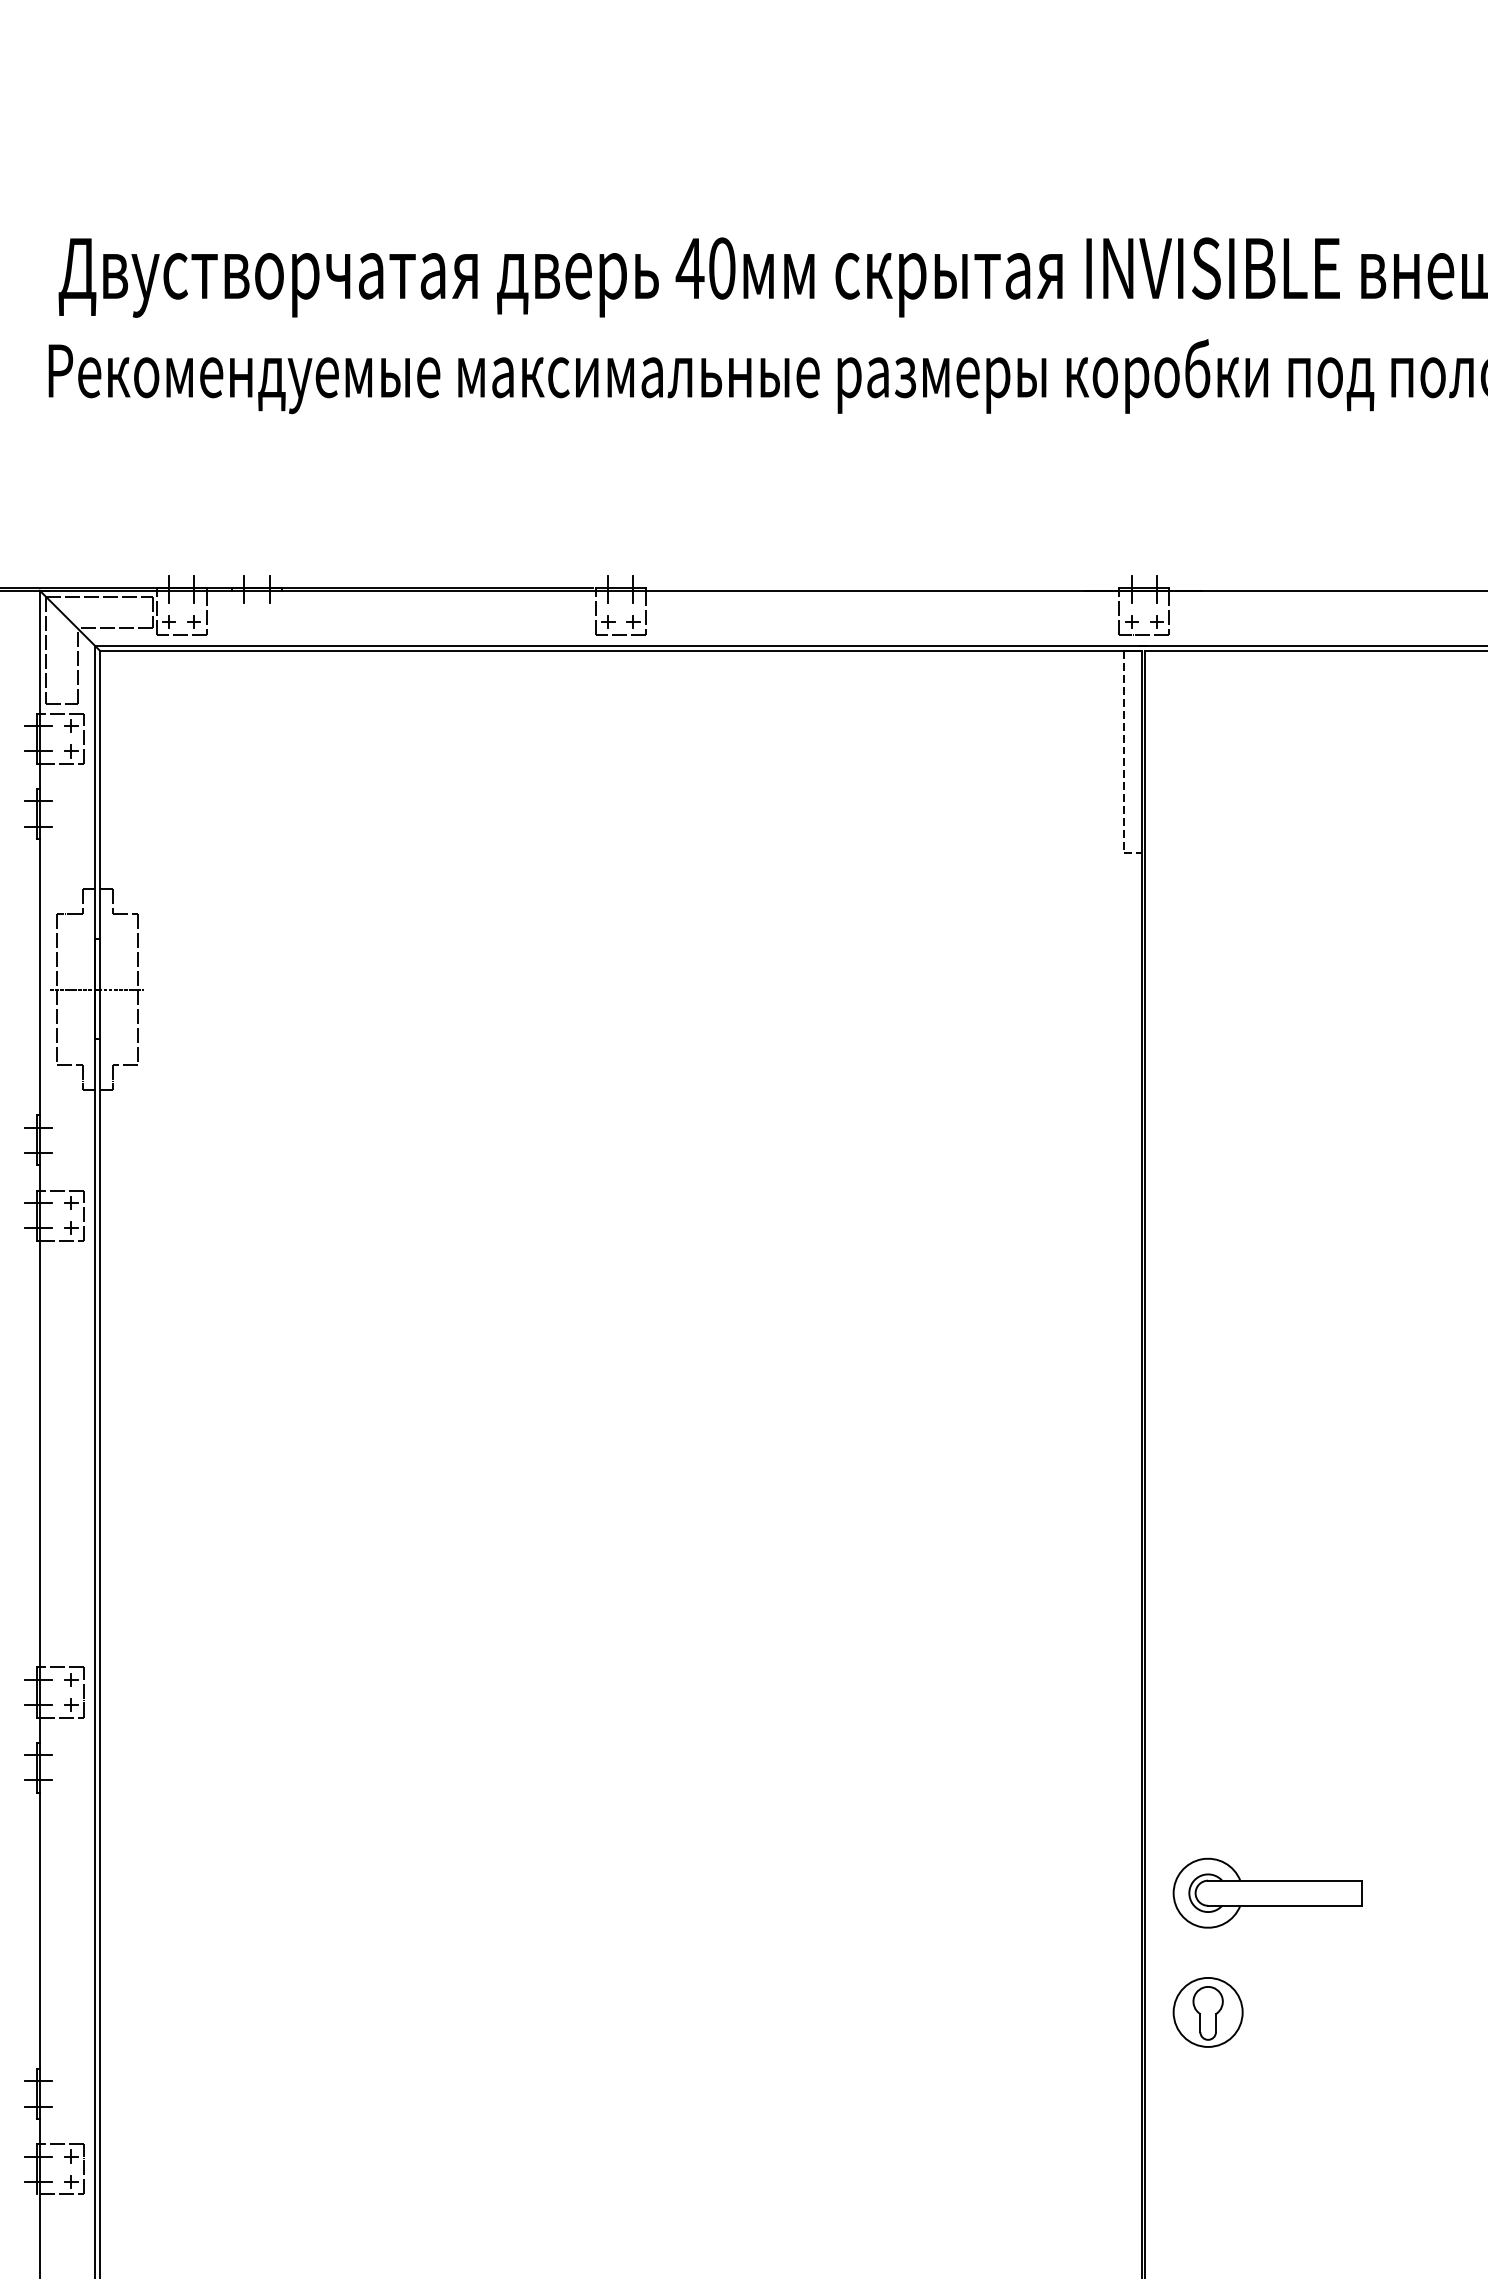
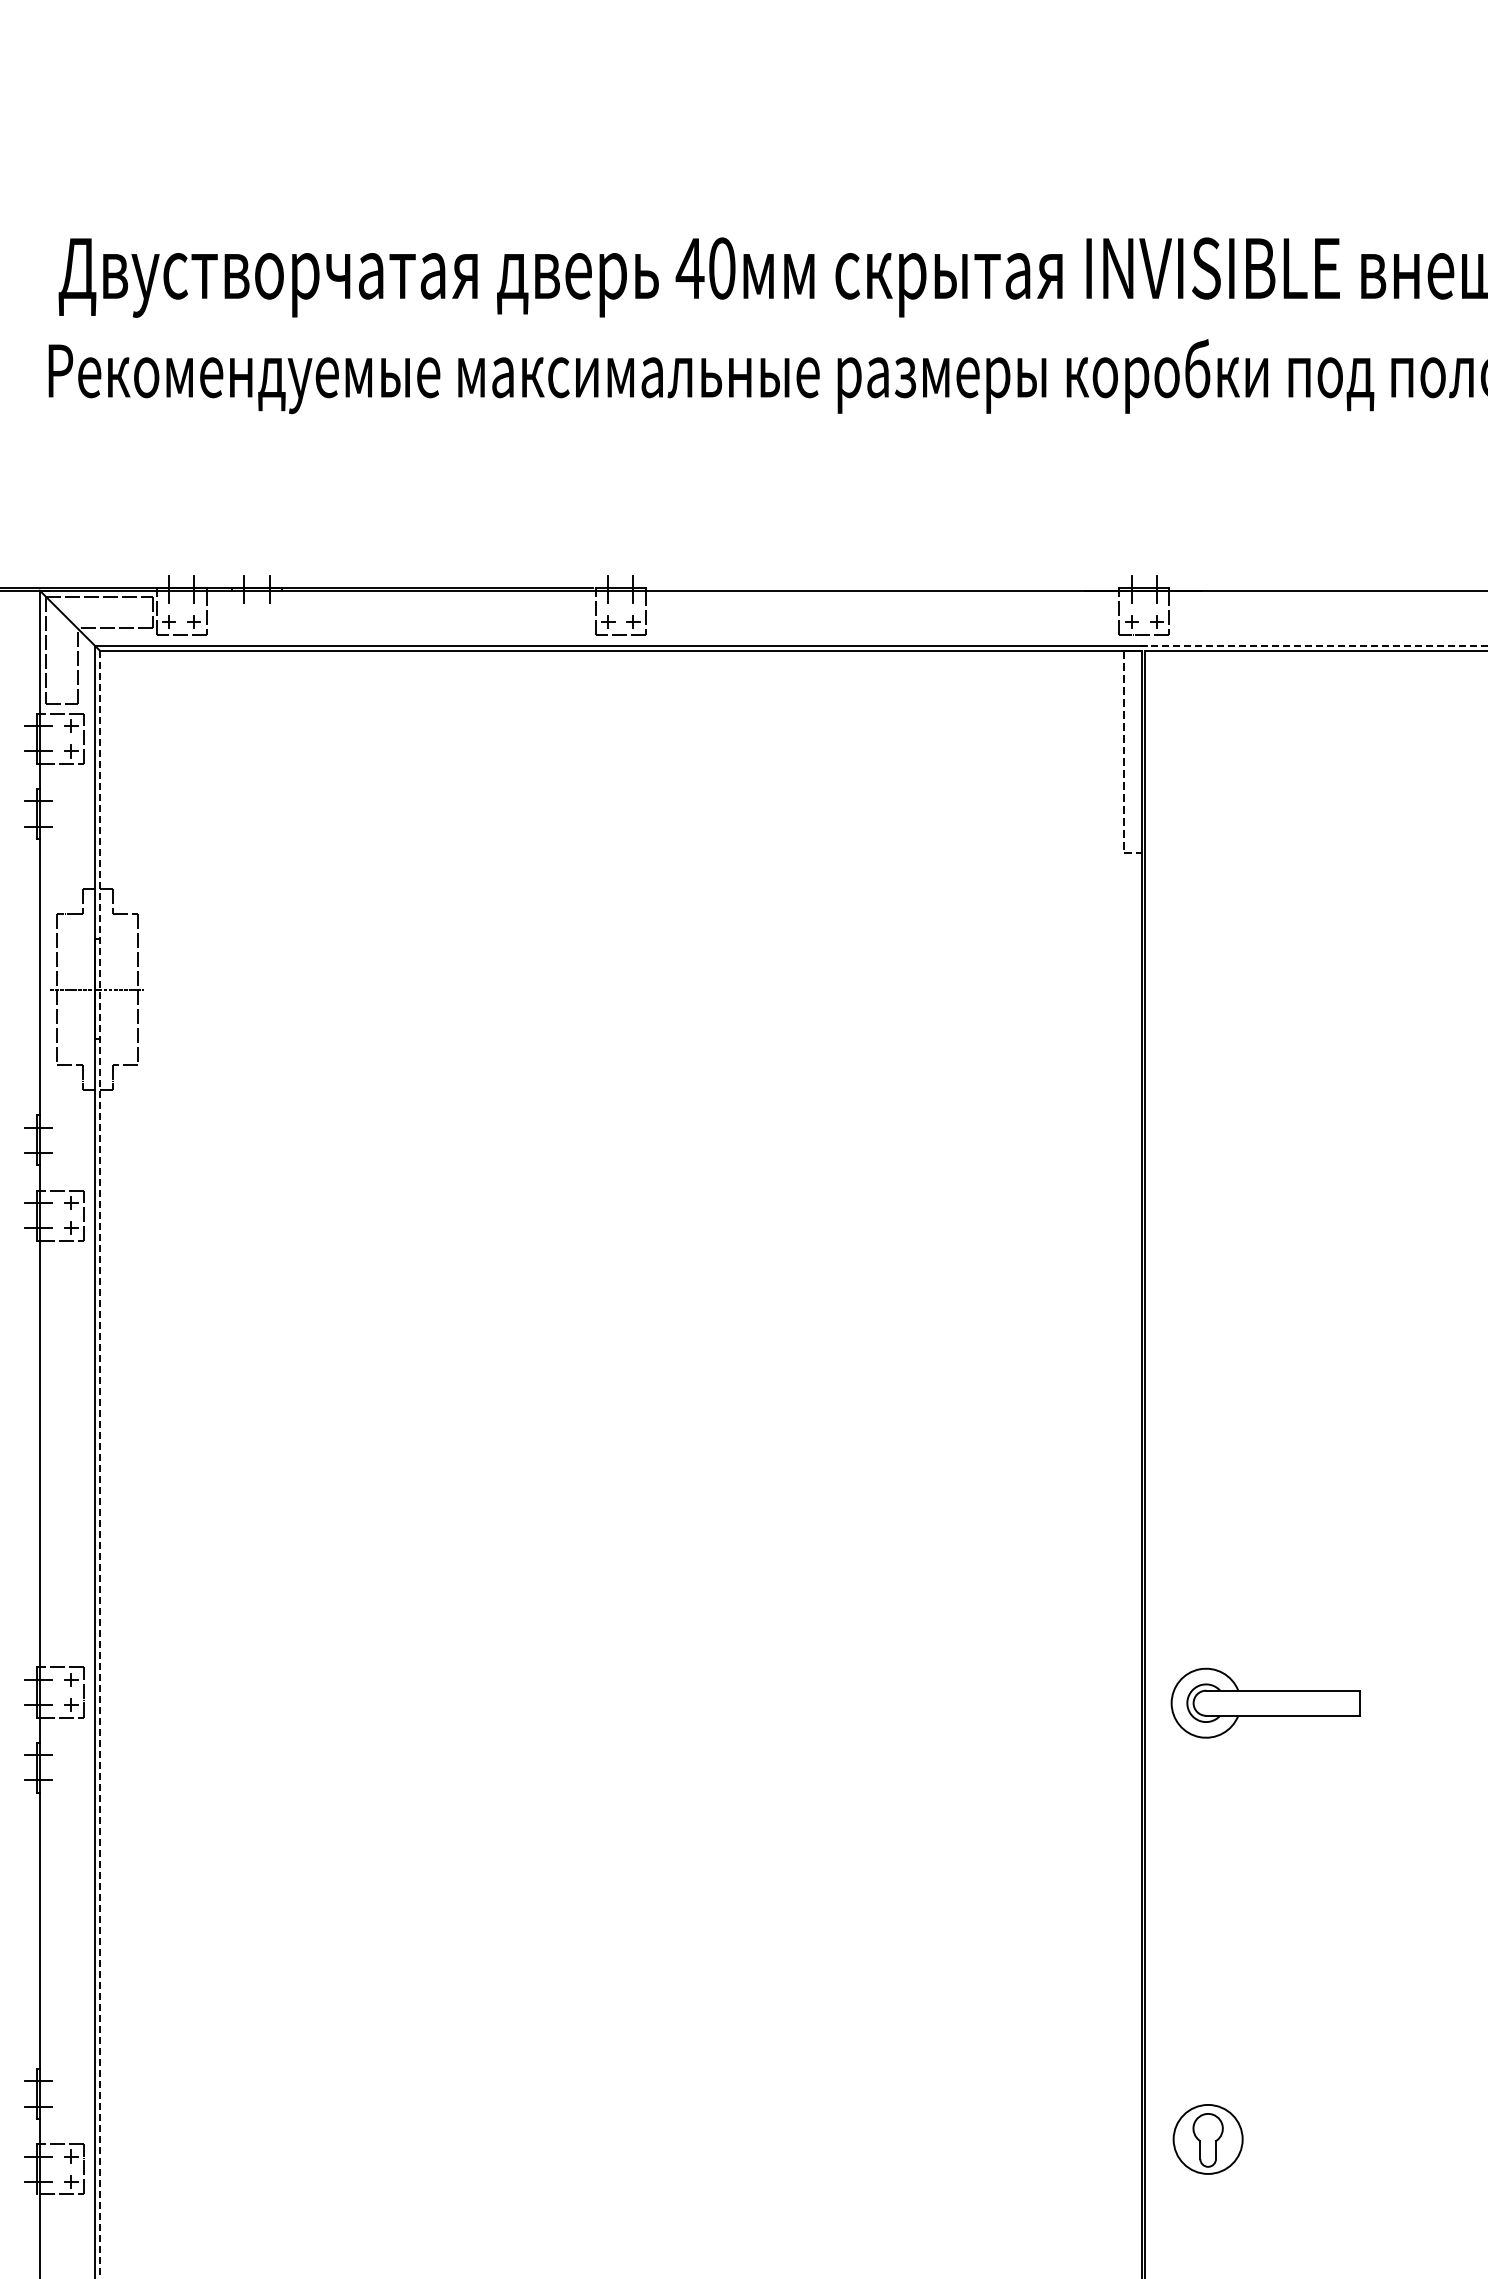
line at (1314, 645): solid -> dashed
line at (100, 1464): solid -> dashed
part at (1267, 1892) position: (1267, 1892) -> (1265, 1702)
part at (1207, 2012) position: (1207, 2012) -> (1207, 2139)
